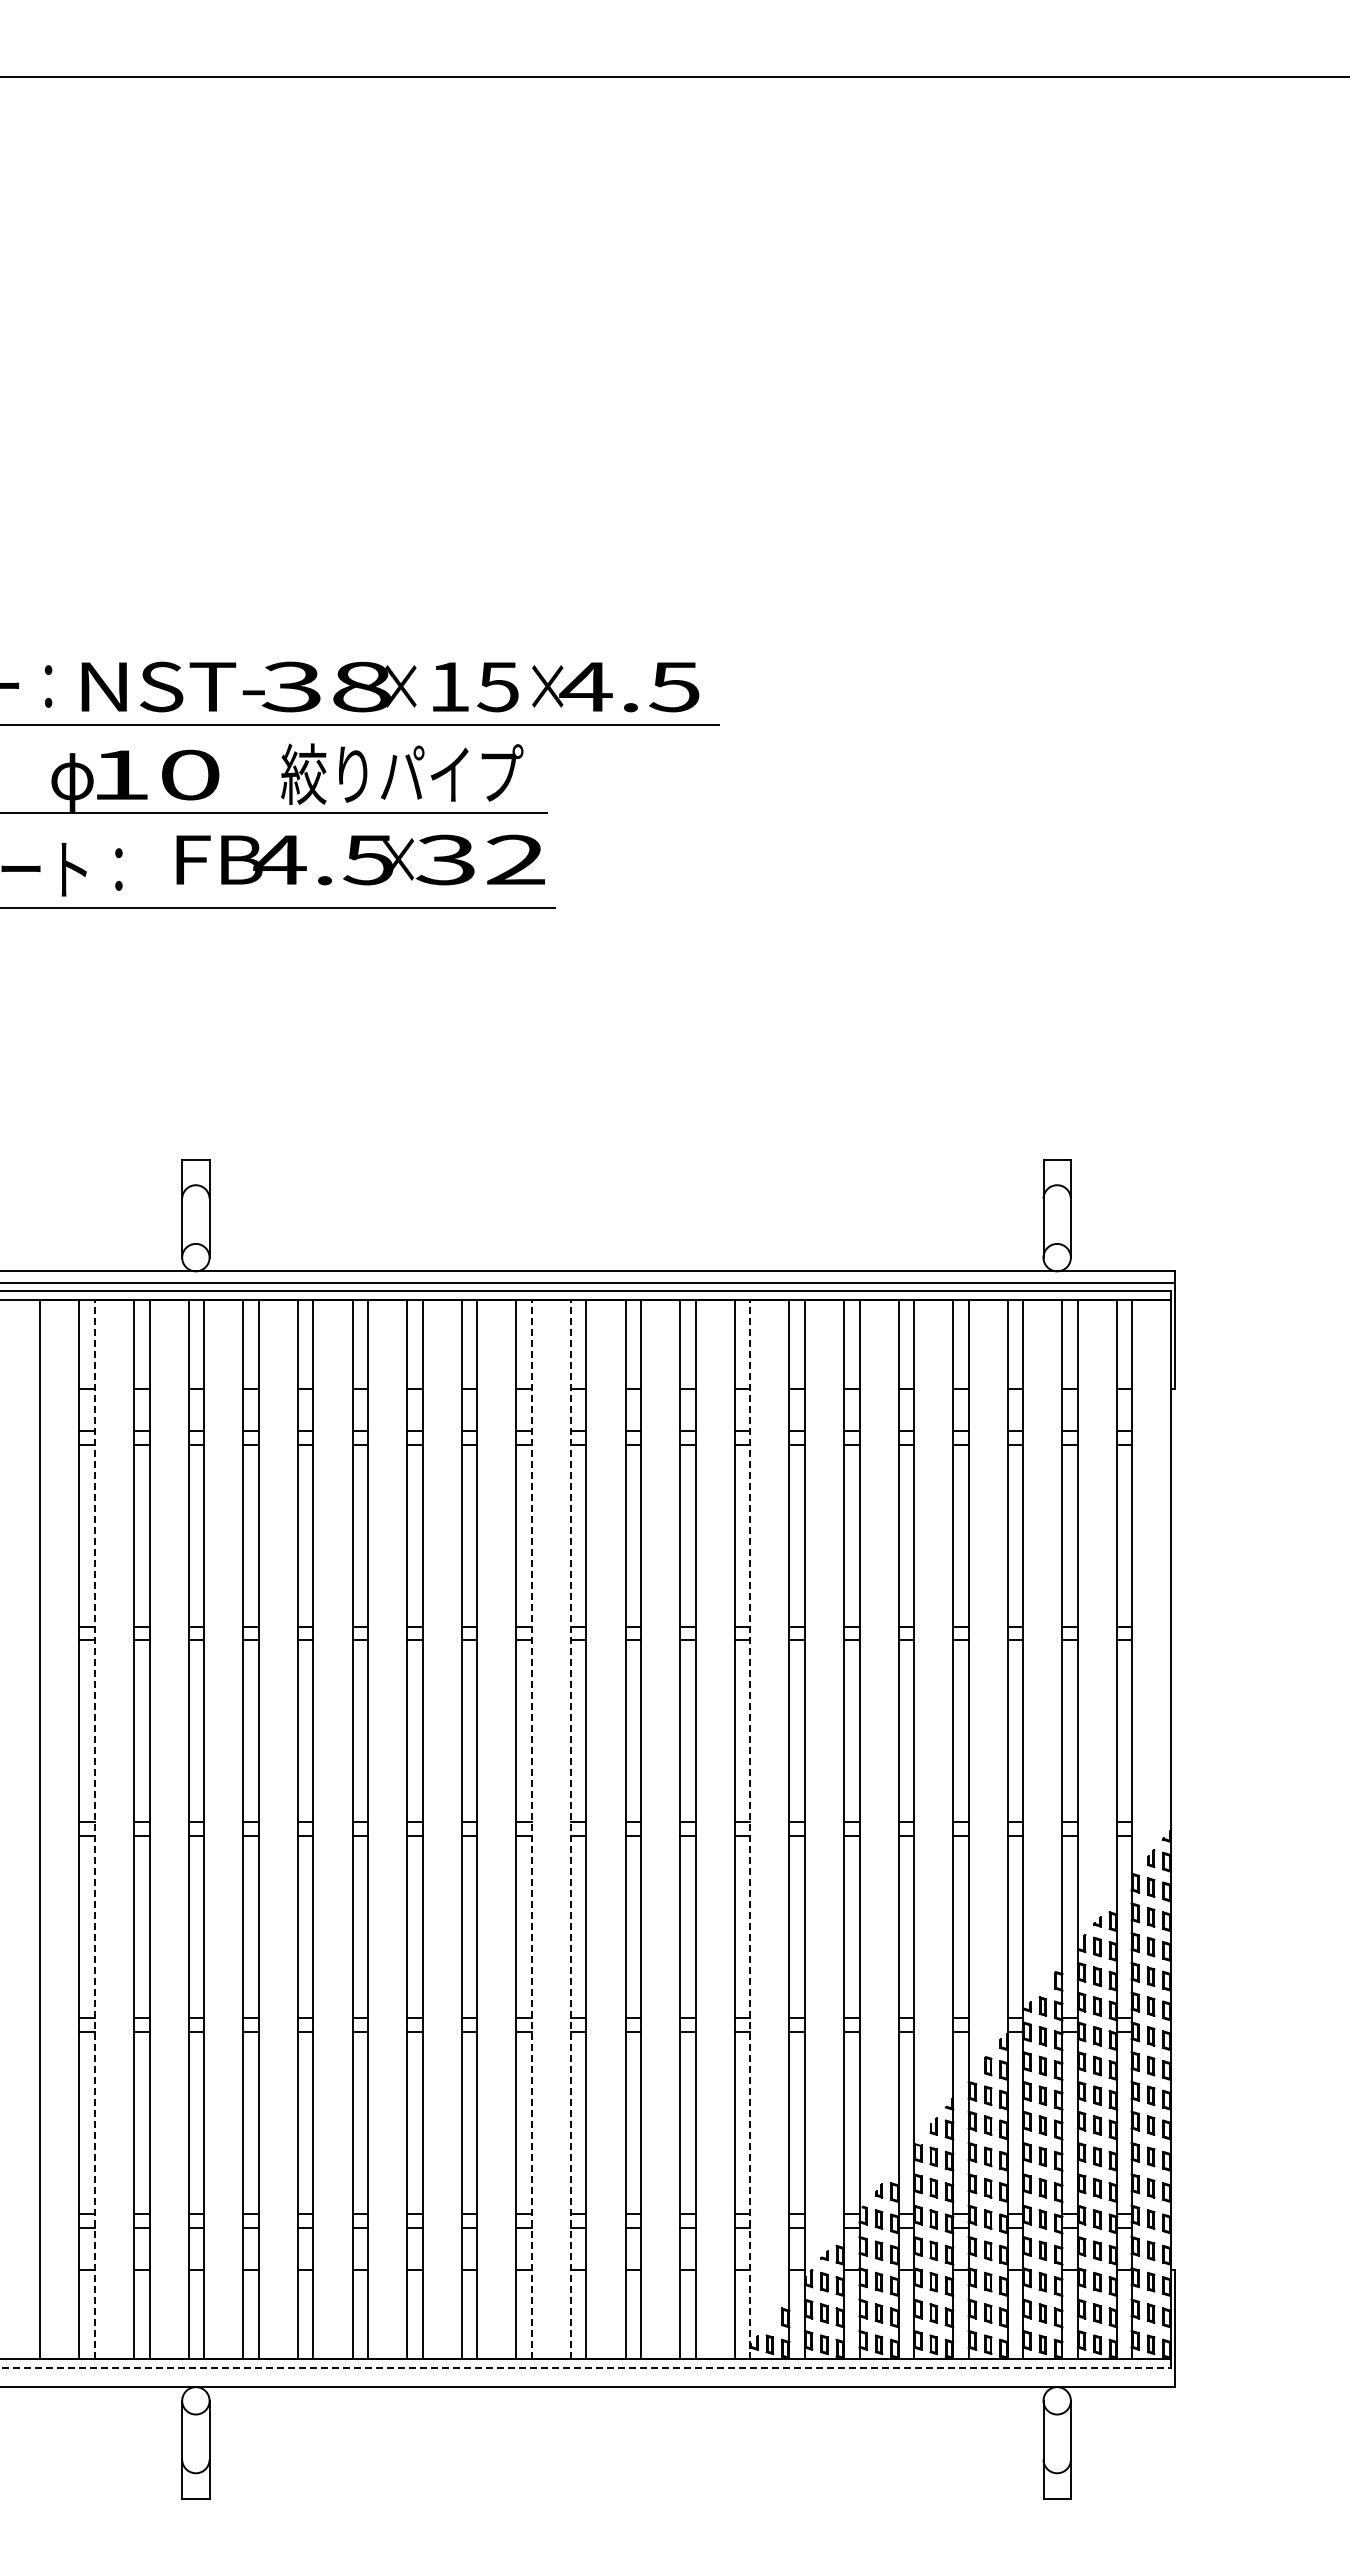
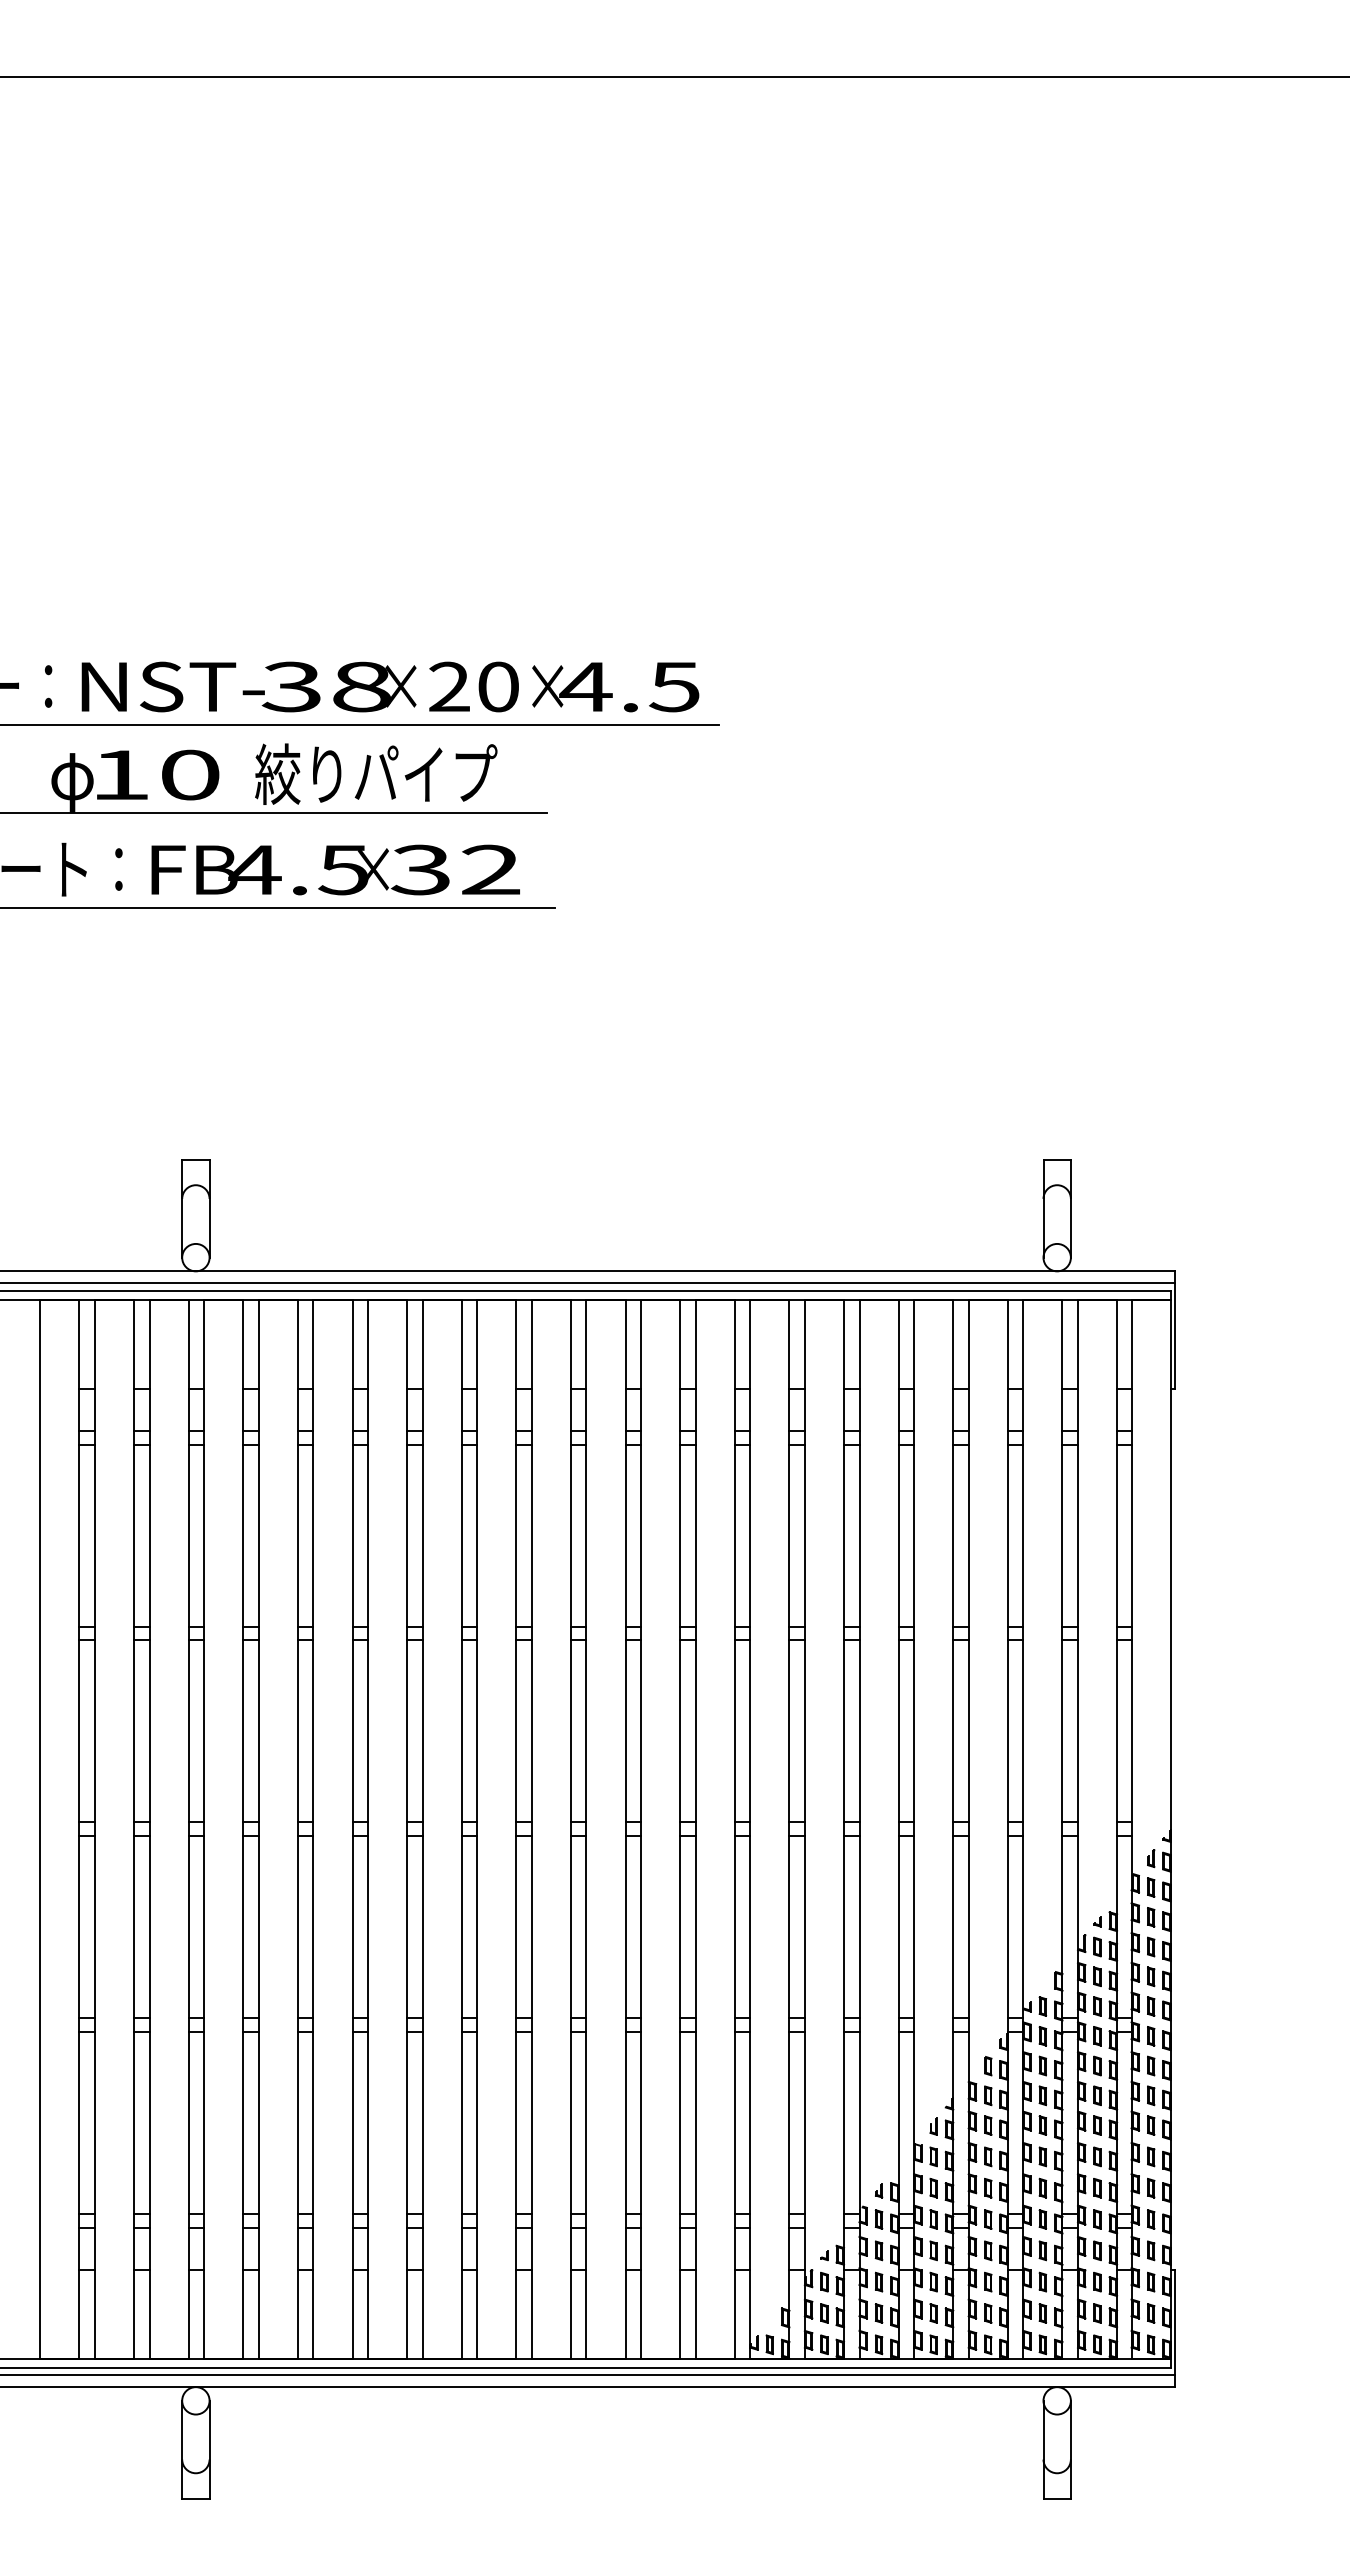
text at (473, 686): 15 -> 20
text at (402, 773) position: (402, 773) -> (376, 773)
text at (360, 859) position: (360, 859) -> (335, 869)
line at (94, 1829): dashed -> solid
line at (531, 1829): dashed -> solid
line at (570, 1829): dashed -> solid
line at (750, 1829): dashed -> solid
line at (585, 2367): dashed -> solid
line at (588, 2375): none -> present
